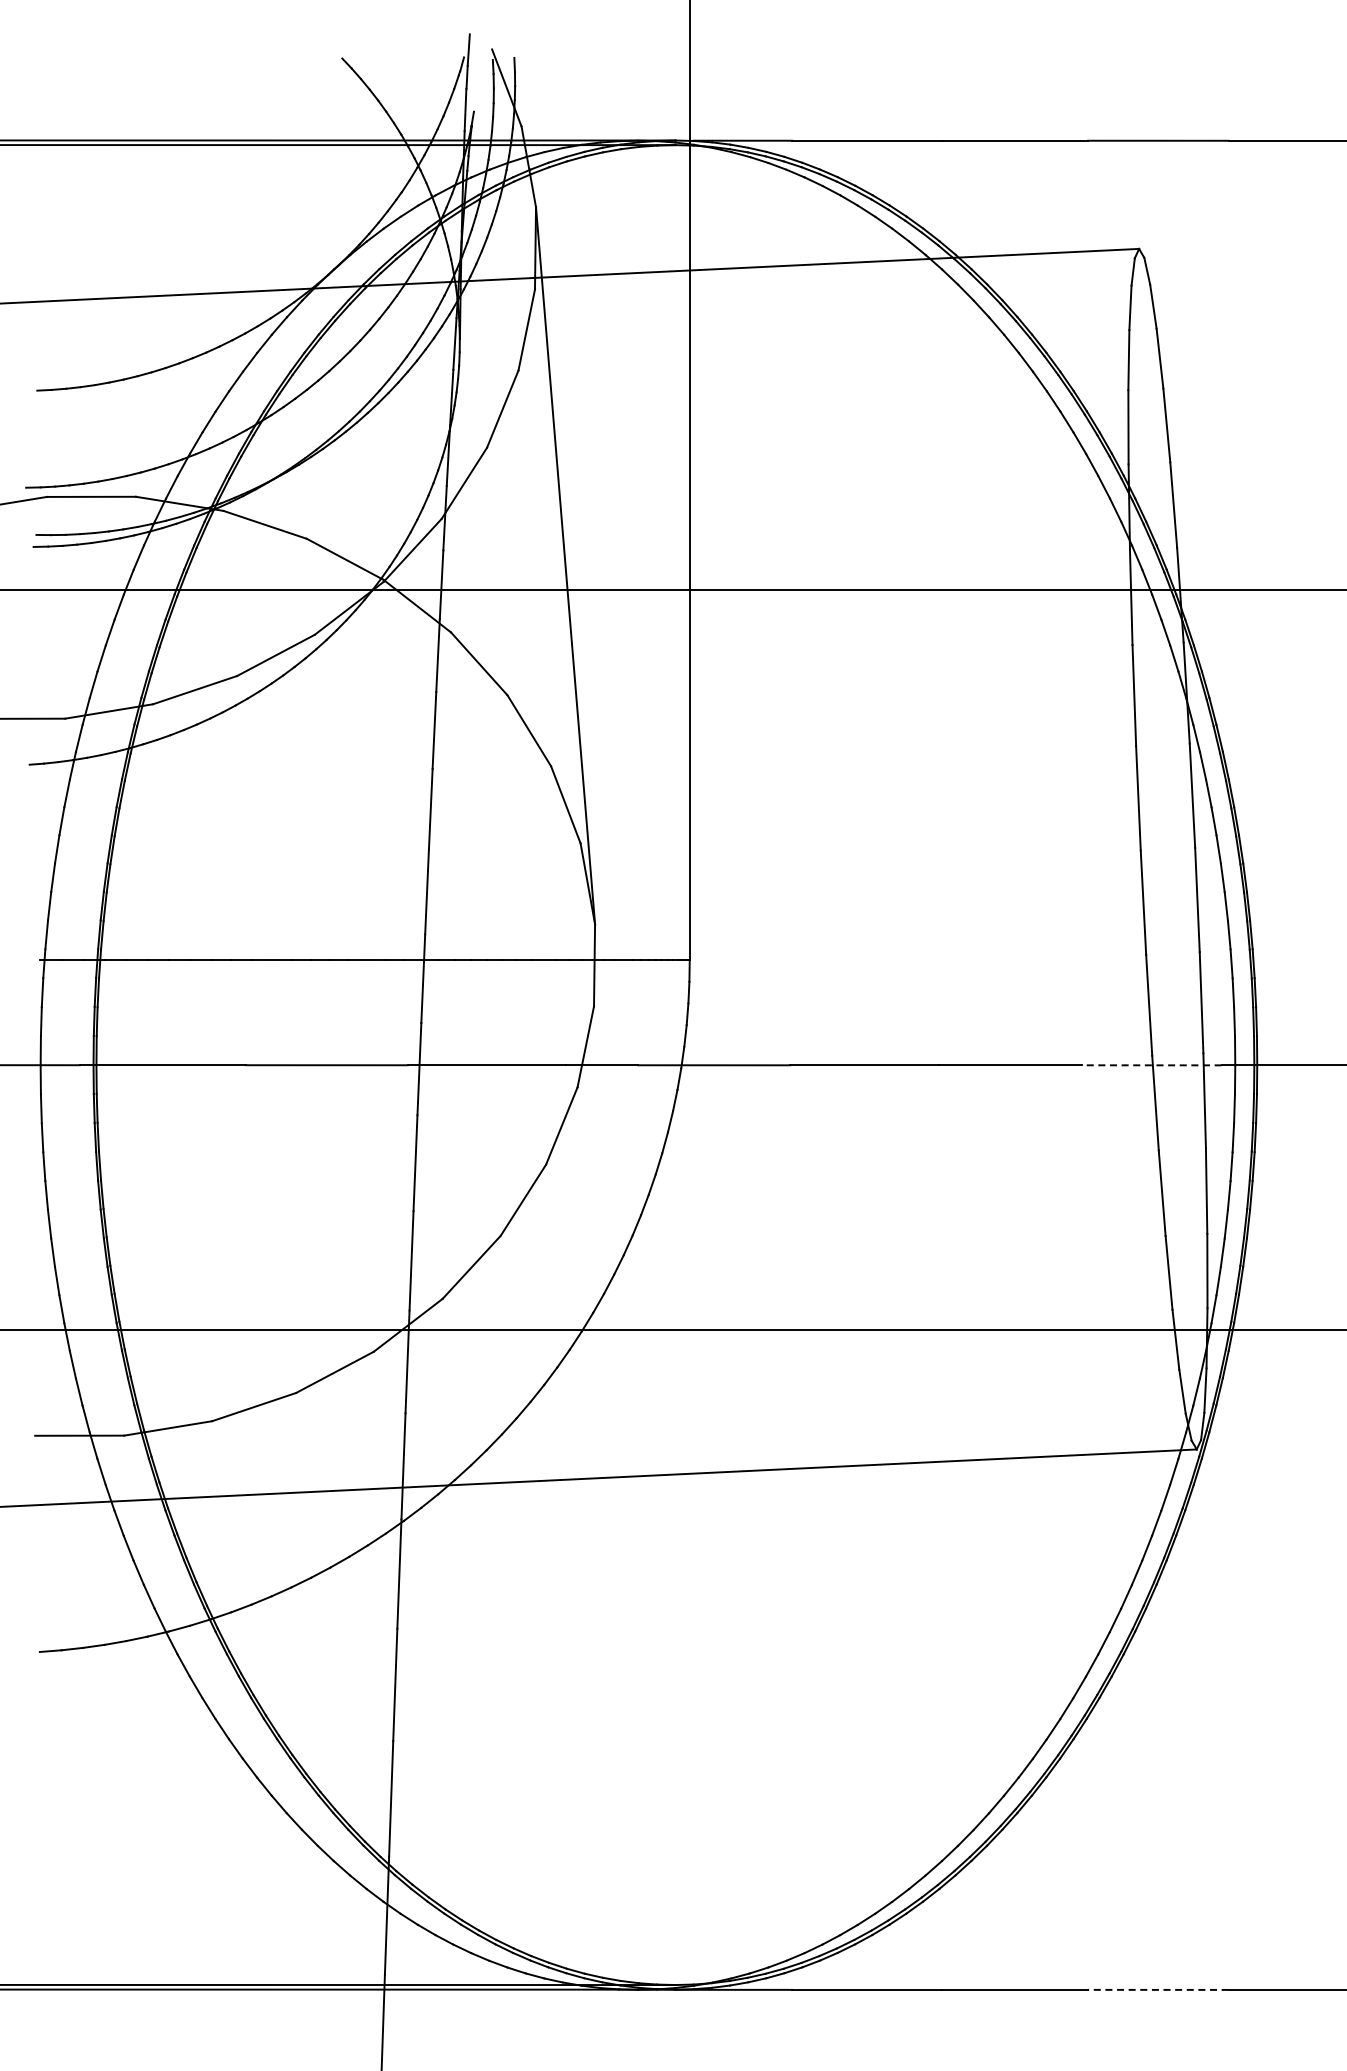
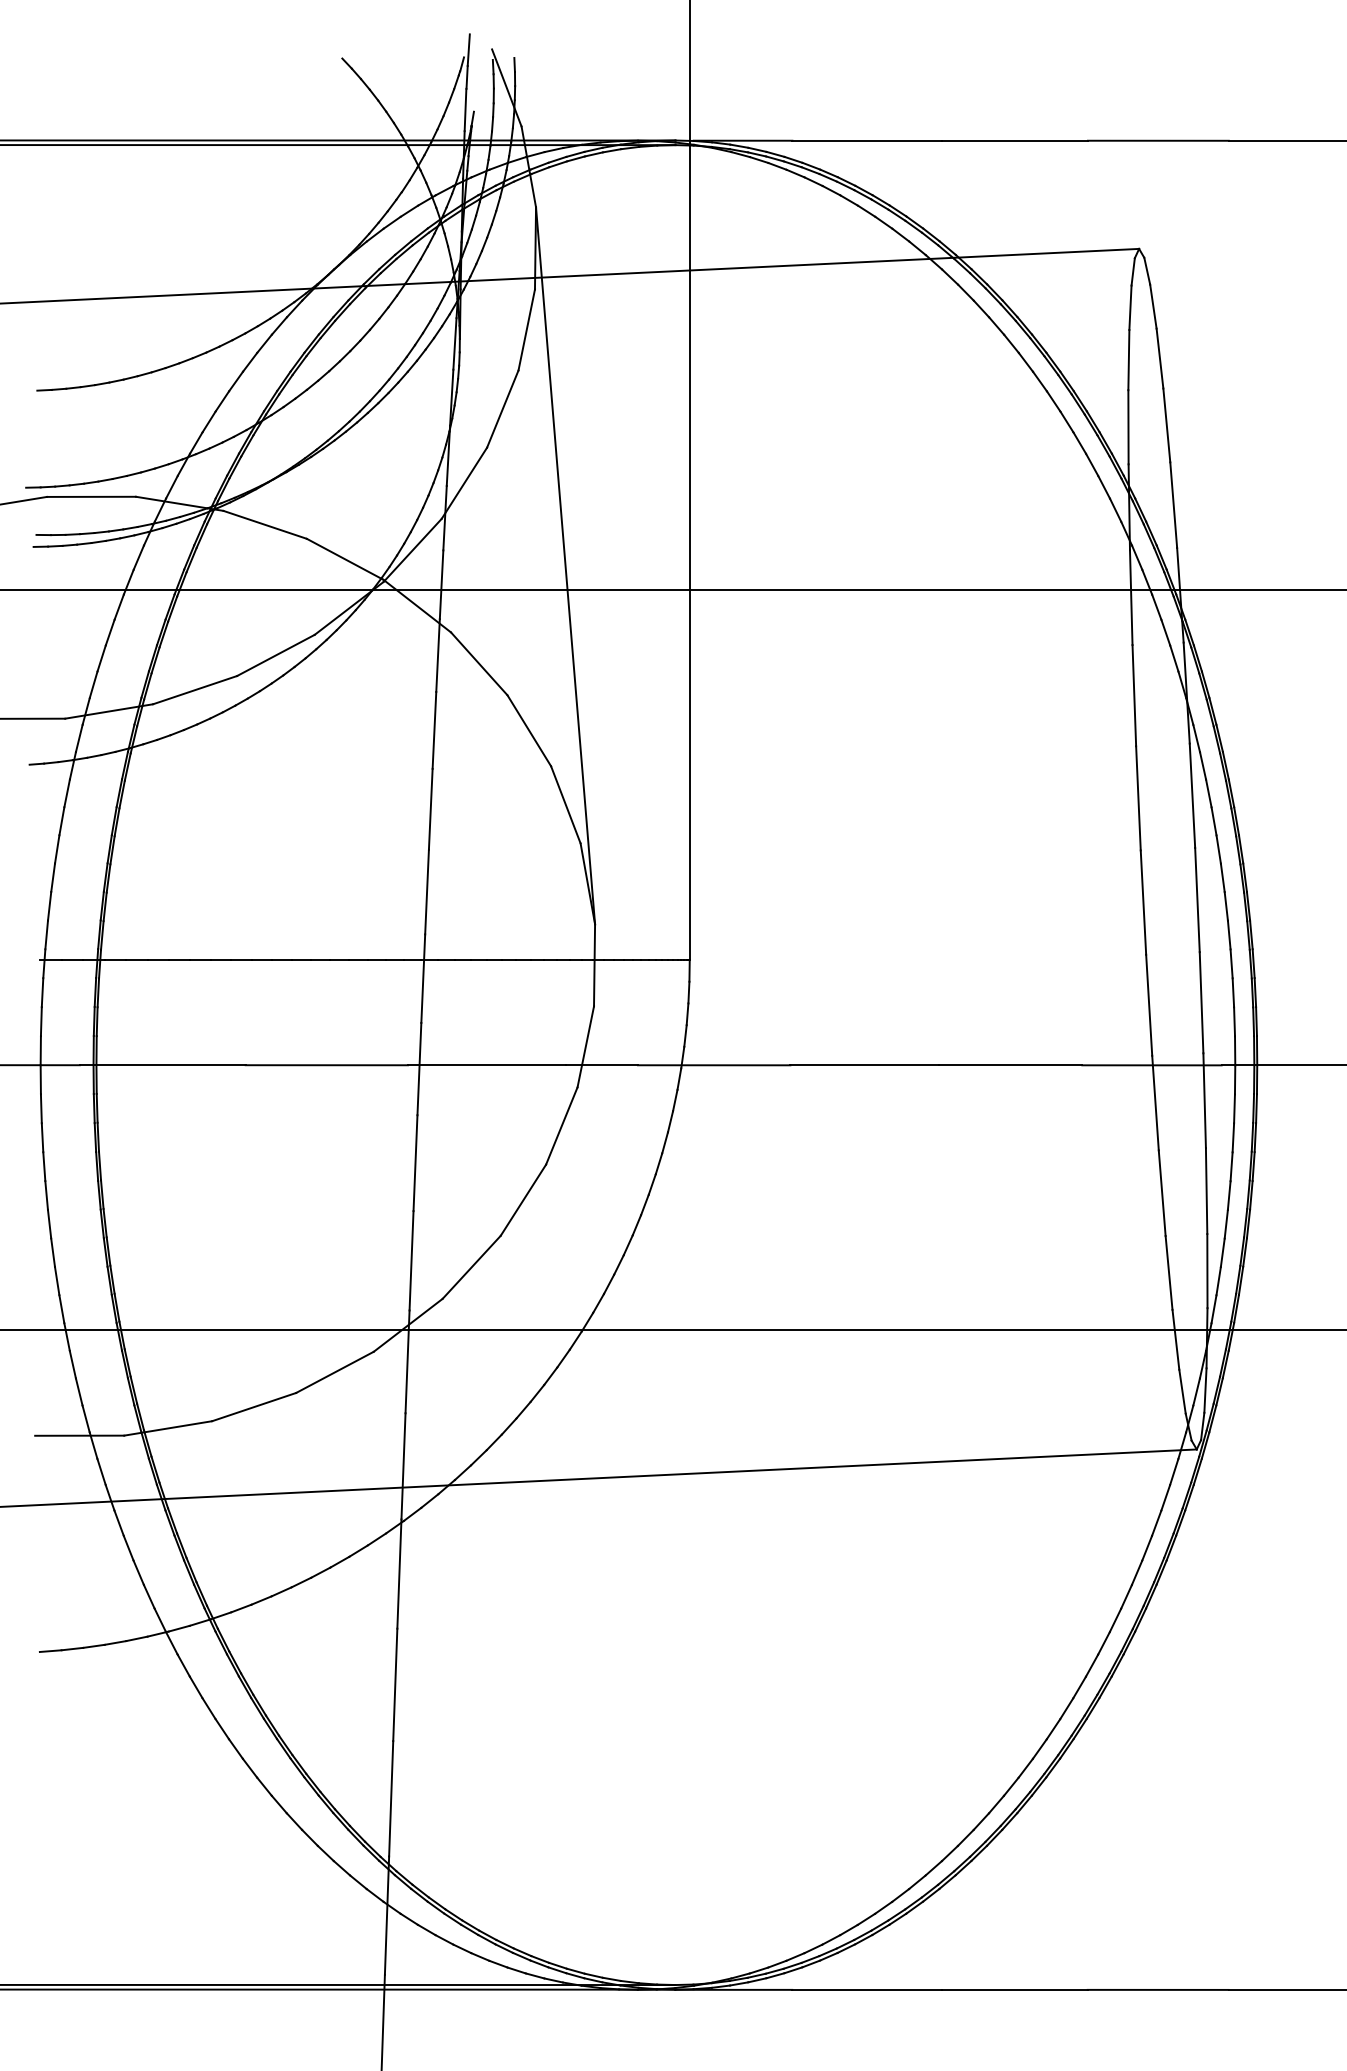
line at (1151, 1065): dashed -> solid
line at (1157, 1989): dashed -> solid
